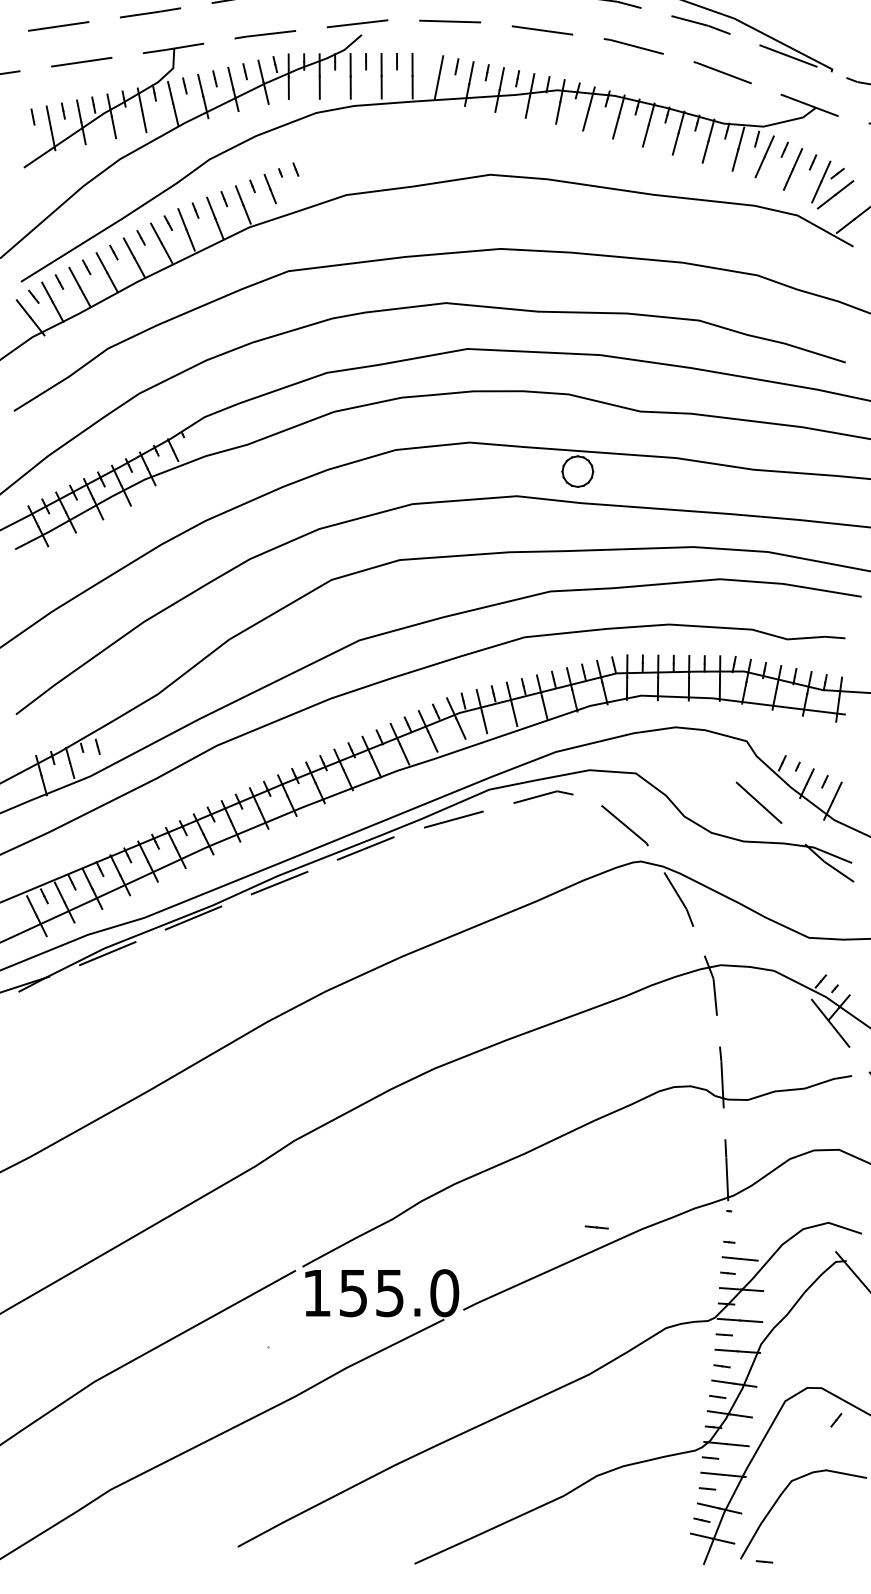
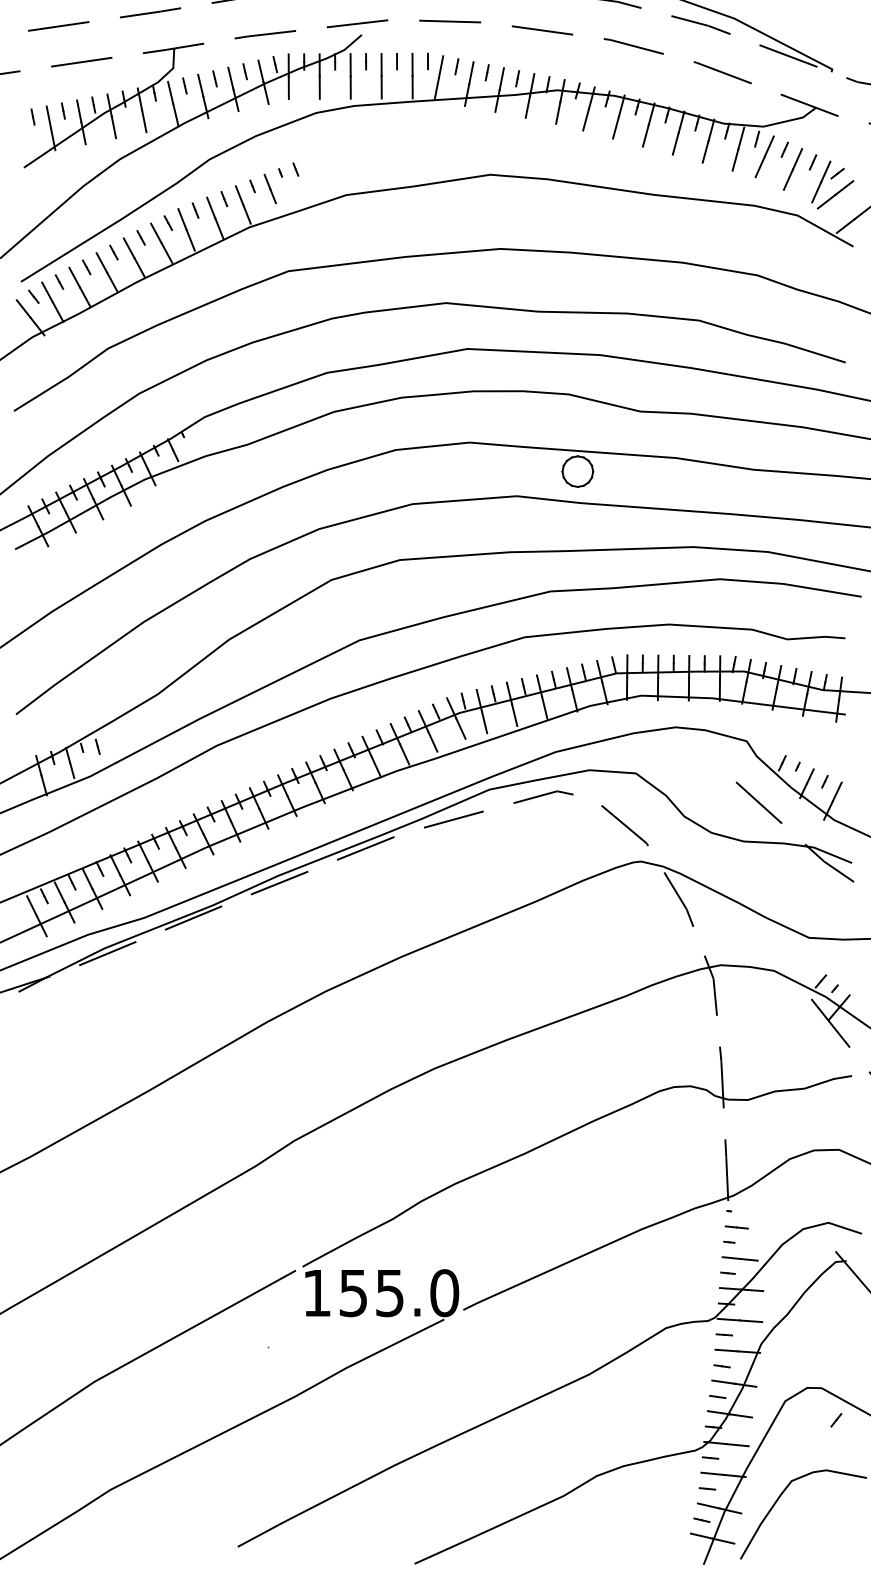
line at (427, 61): none -> present
line at (596, 1227) position: (596, 1227) -> (736, 1227)
line at (764, 1561): present -> none
